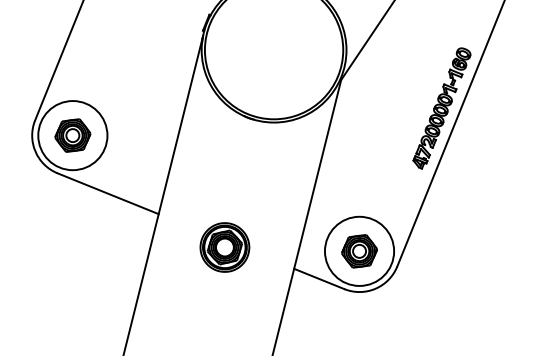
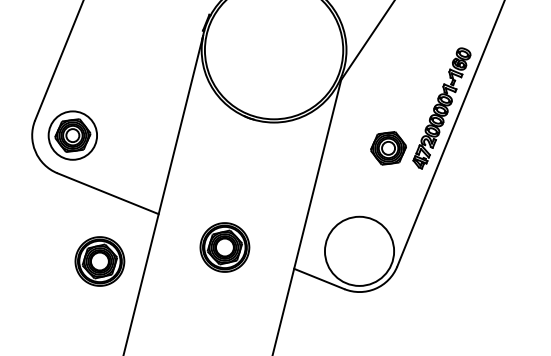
circle at (72, 135) diameter: 69 px -> 48 px
part at (359, 251) position: (359, 251) -> (388, 148)
part at (99, 261): none -> present
